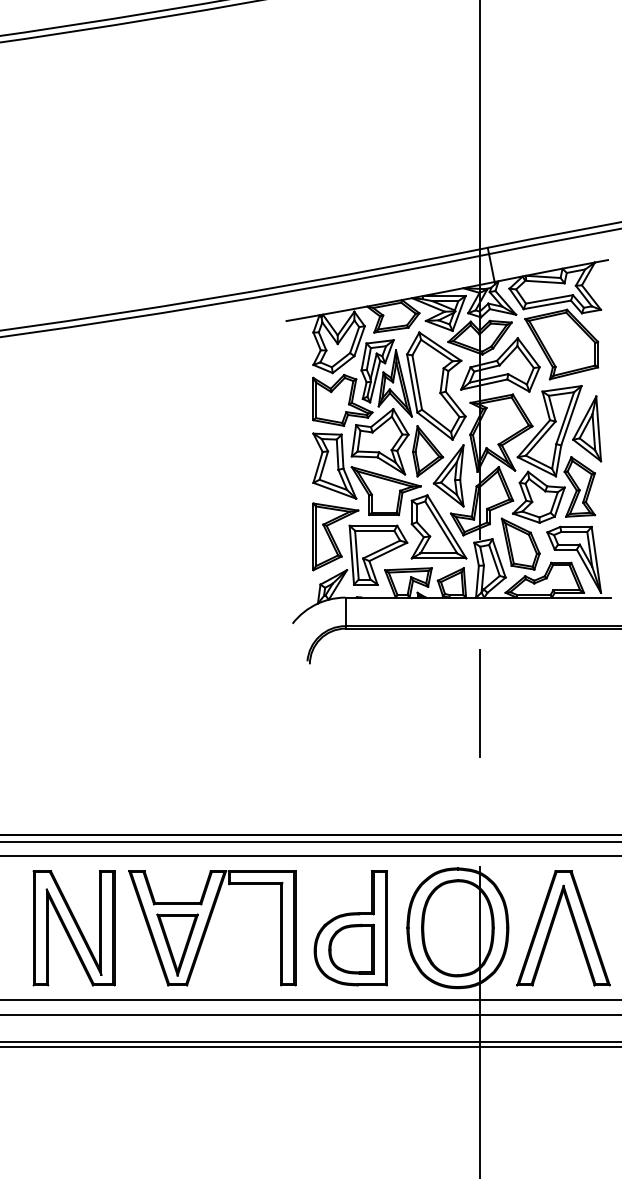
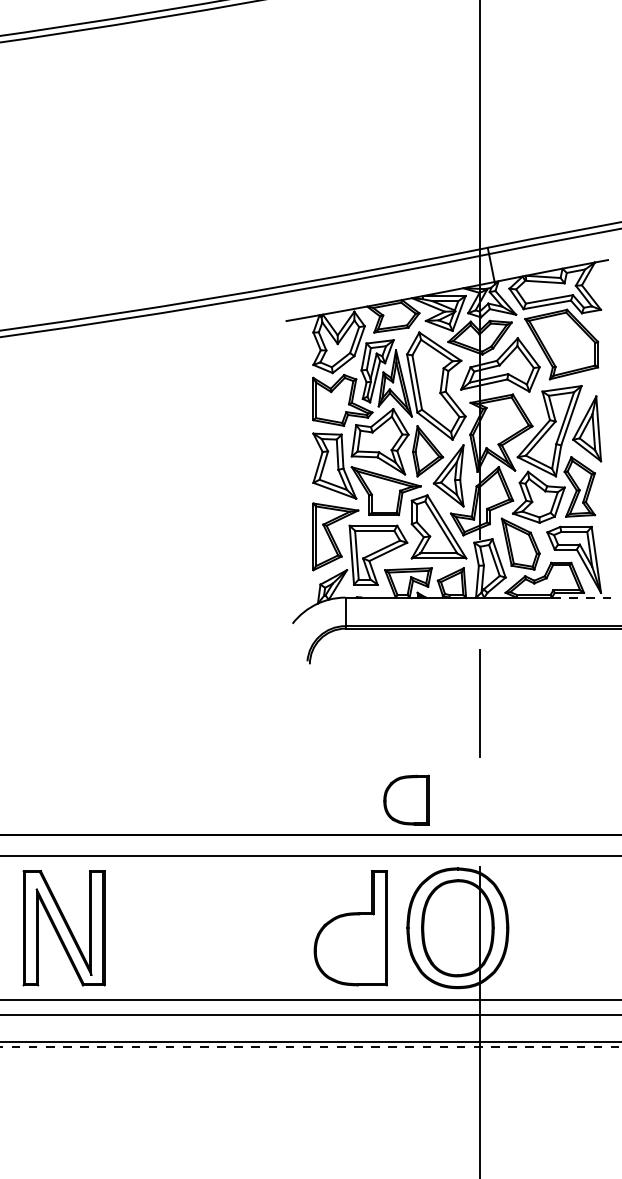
line at (581, 597): solid -> dashed
line at (310, 842): present -> none
part at (553, 924): present -> none
part at (73, 928) position: (73, 928) -> (63, 928)
part at (212, 928): present -> none
part at (351, 948) position: (351, 948) -> (406, 799)
line at (311, 1046): solid -> dashed
